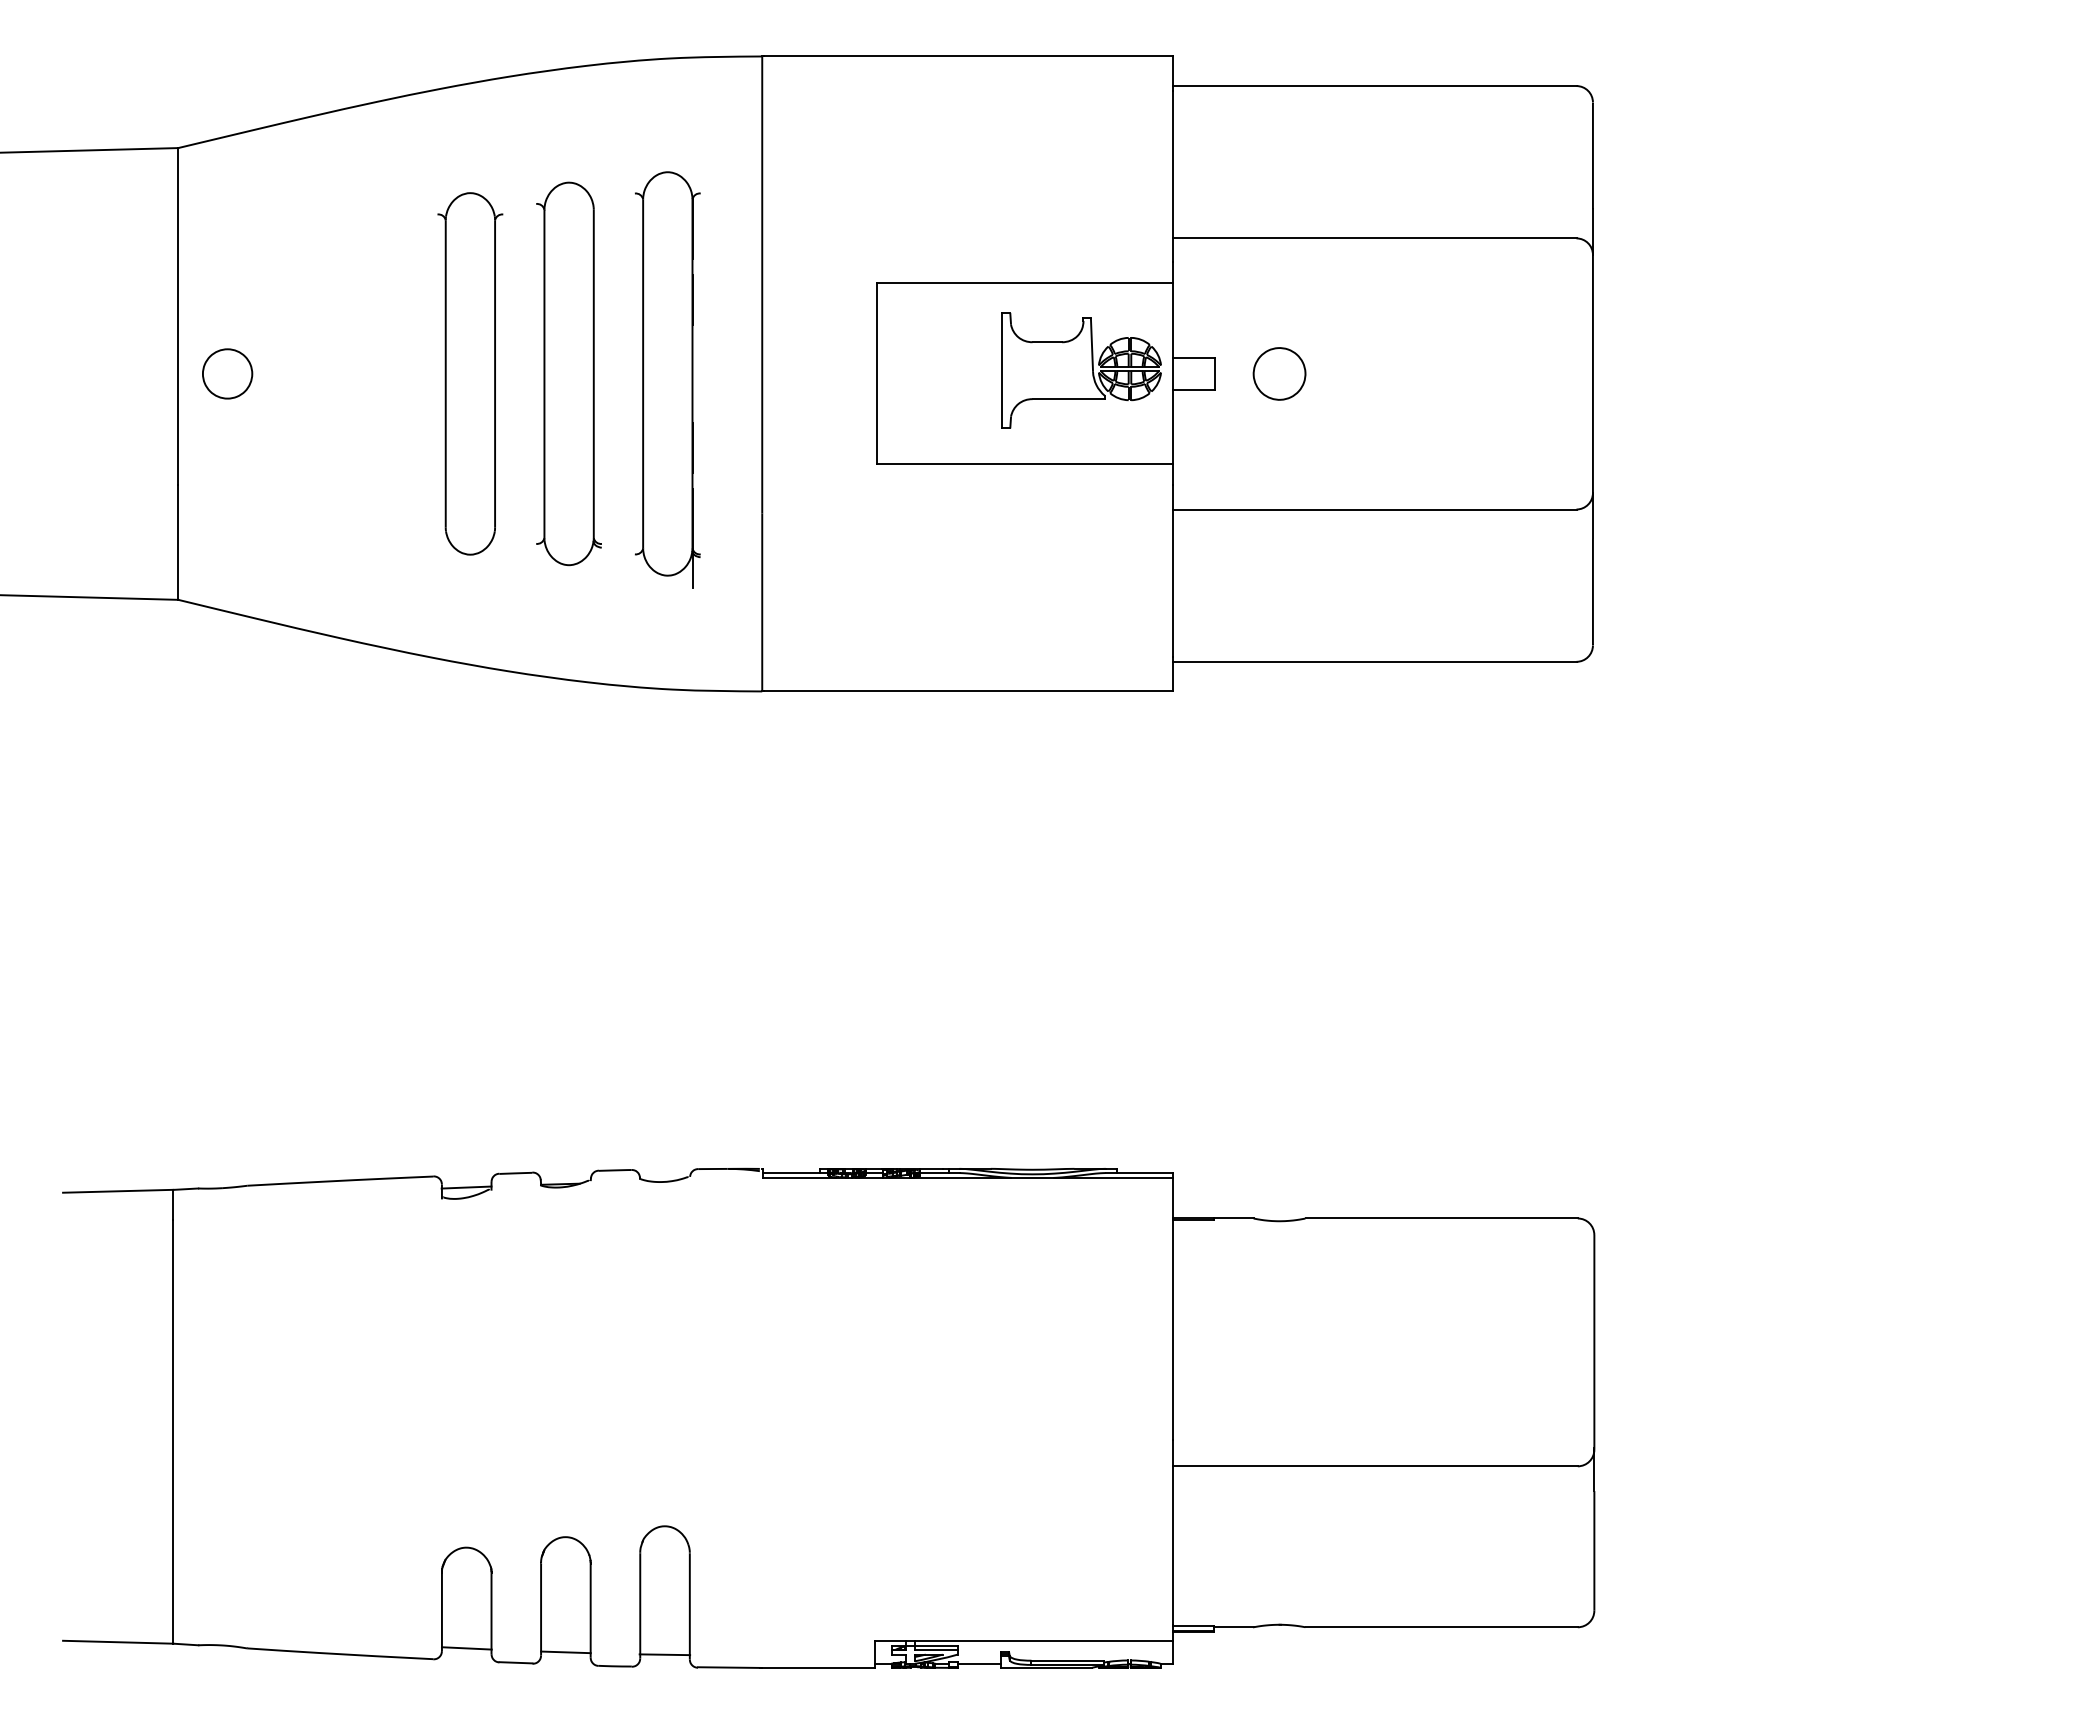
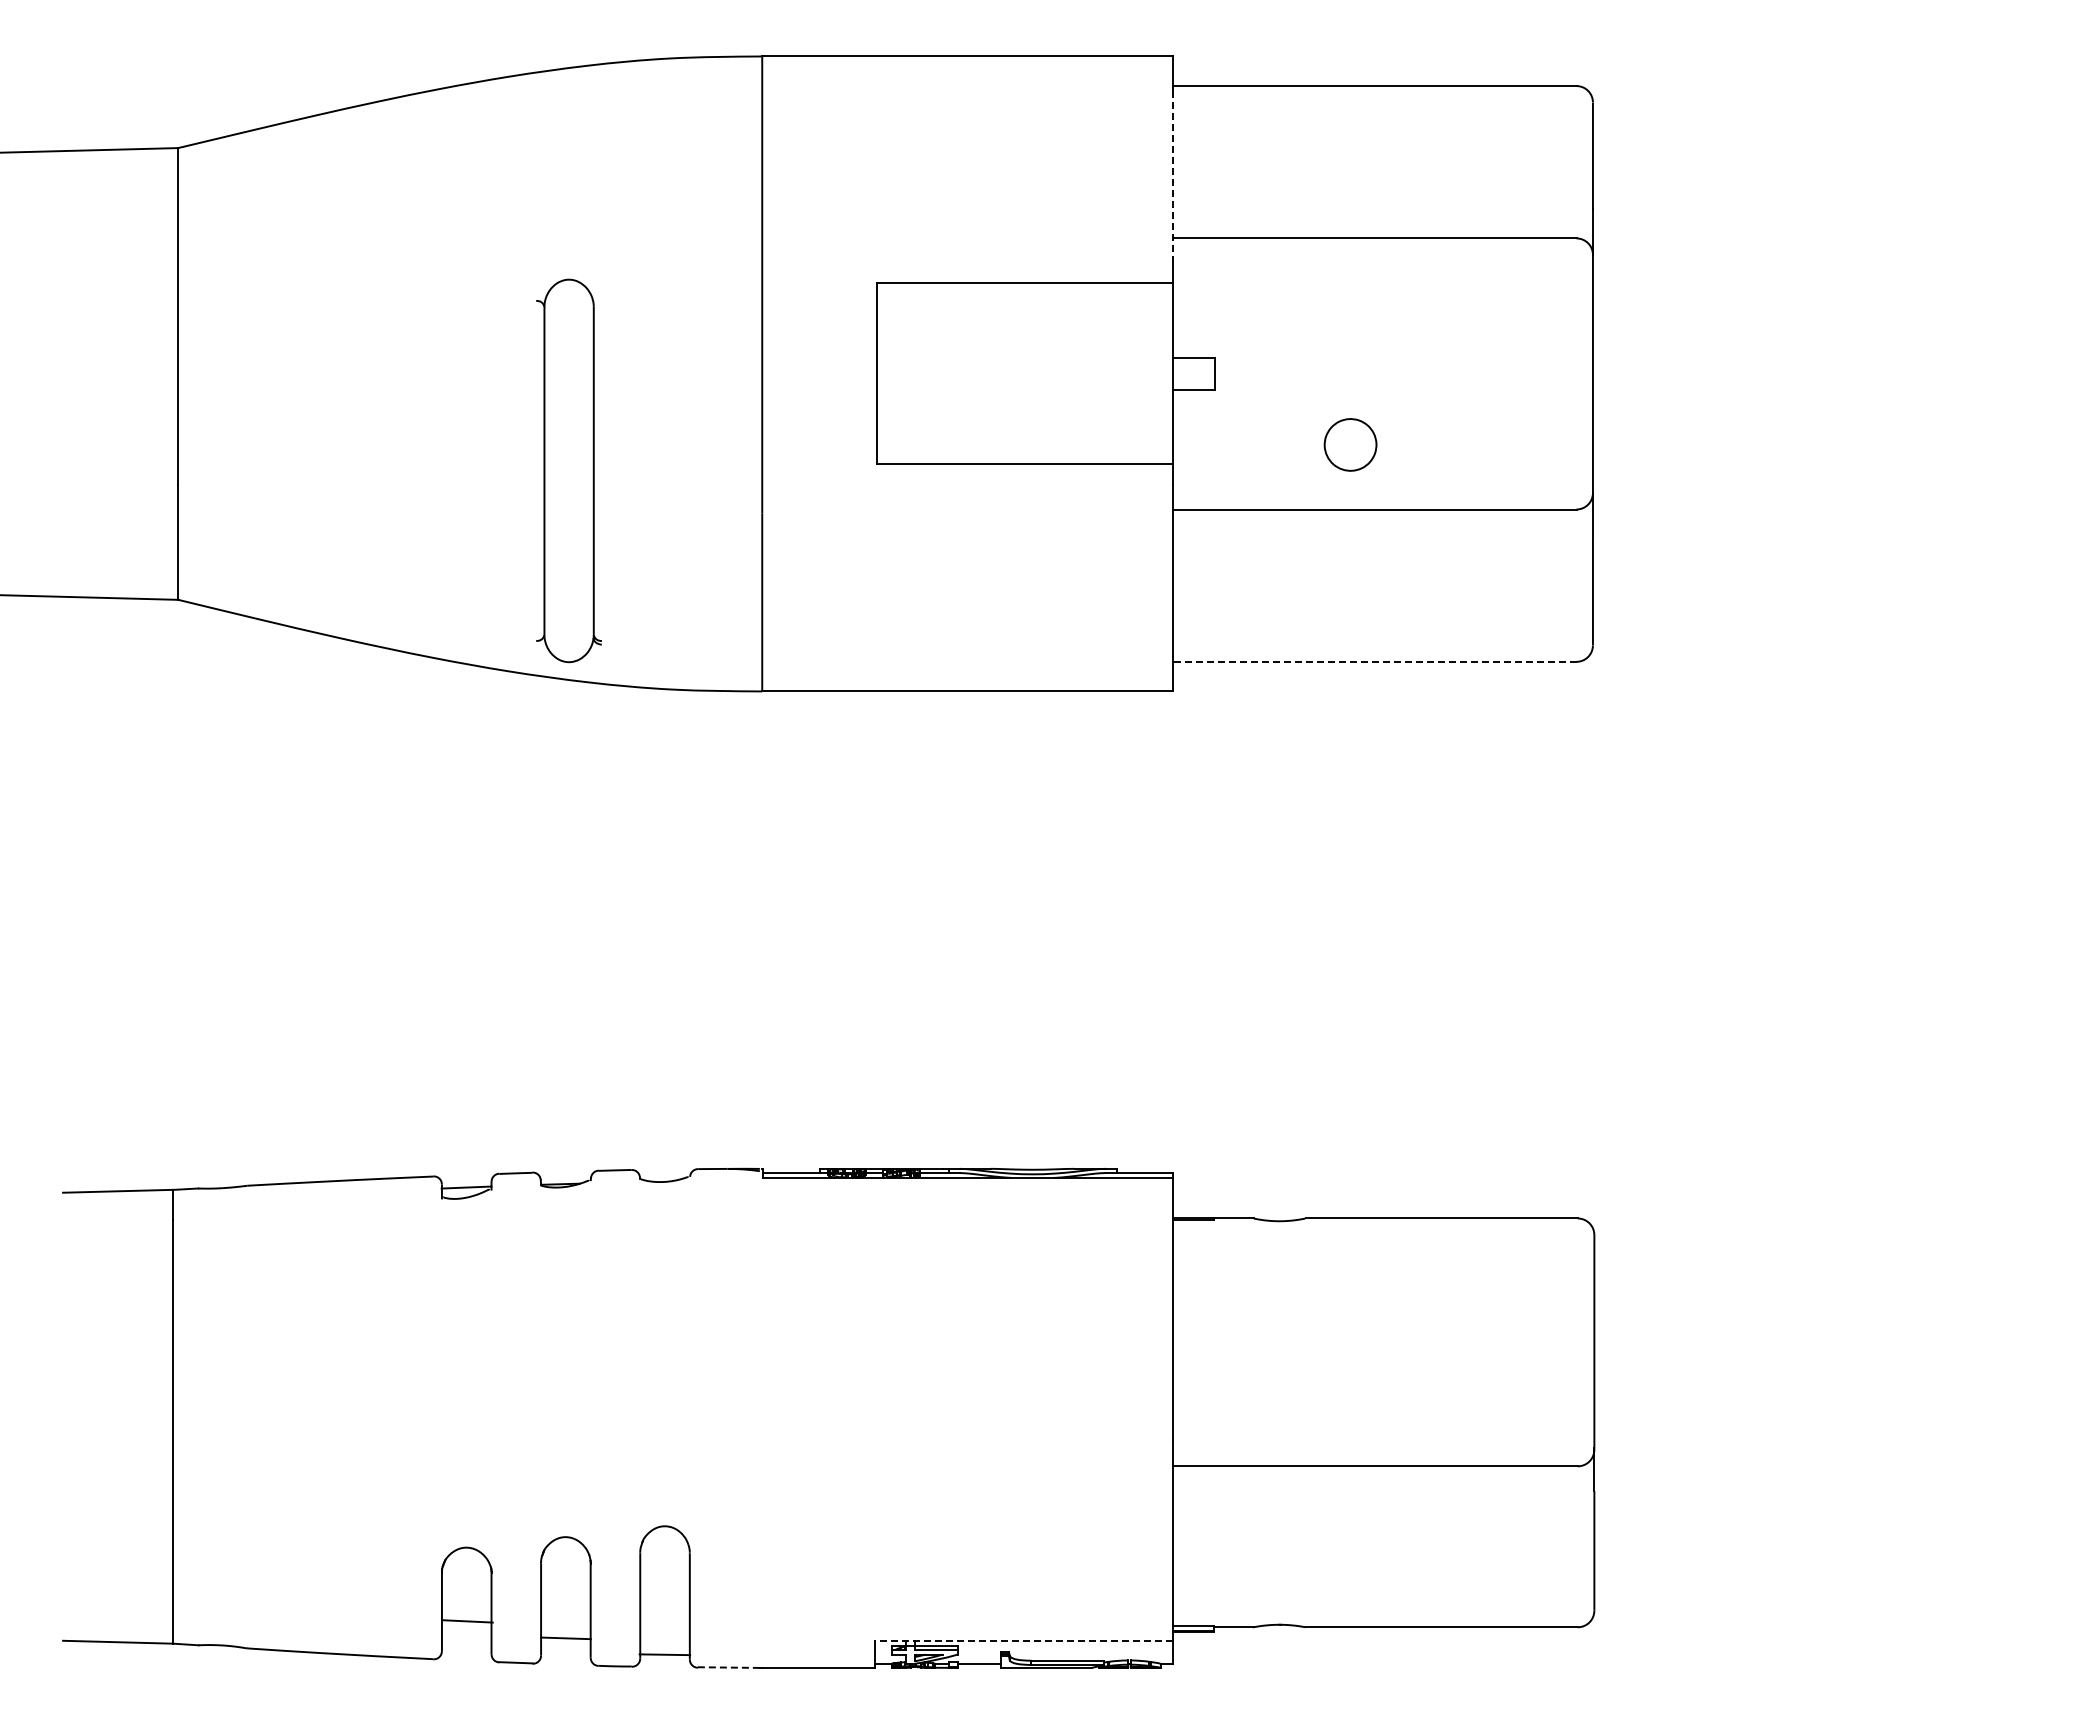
line at (1173, 176): solid -> dashed
part at (1081, 370): present -> none
part at (227, 373): present -> none
part at (470, 373): present -> none
part at (568, 373) position: (568, 373) -> (568, 470)
part at (1279, 373) position: (1279, 373) -> (1350, 444)
part at (667, 379): present -> none
line at (1375, 661): solid -> dashed
line at (1023, 1641): solid -> dashed
line at (466, 1648) position: (466, 1648) -> (467, 1621)
line at (565, 1652) position: (565, 1652) -> (565, 1638)
line at (728, 1667): solid -> dashed
